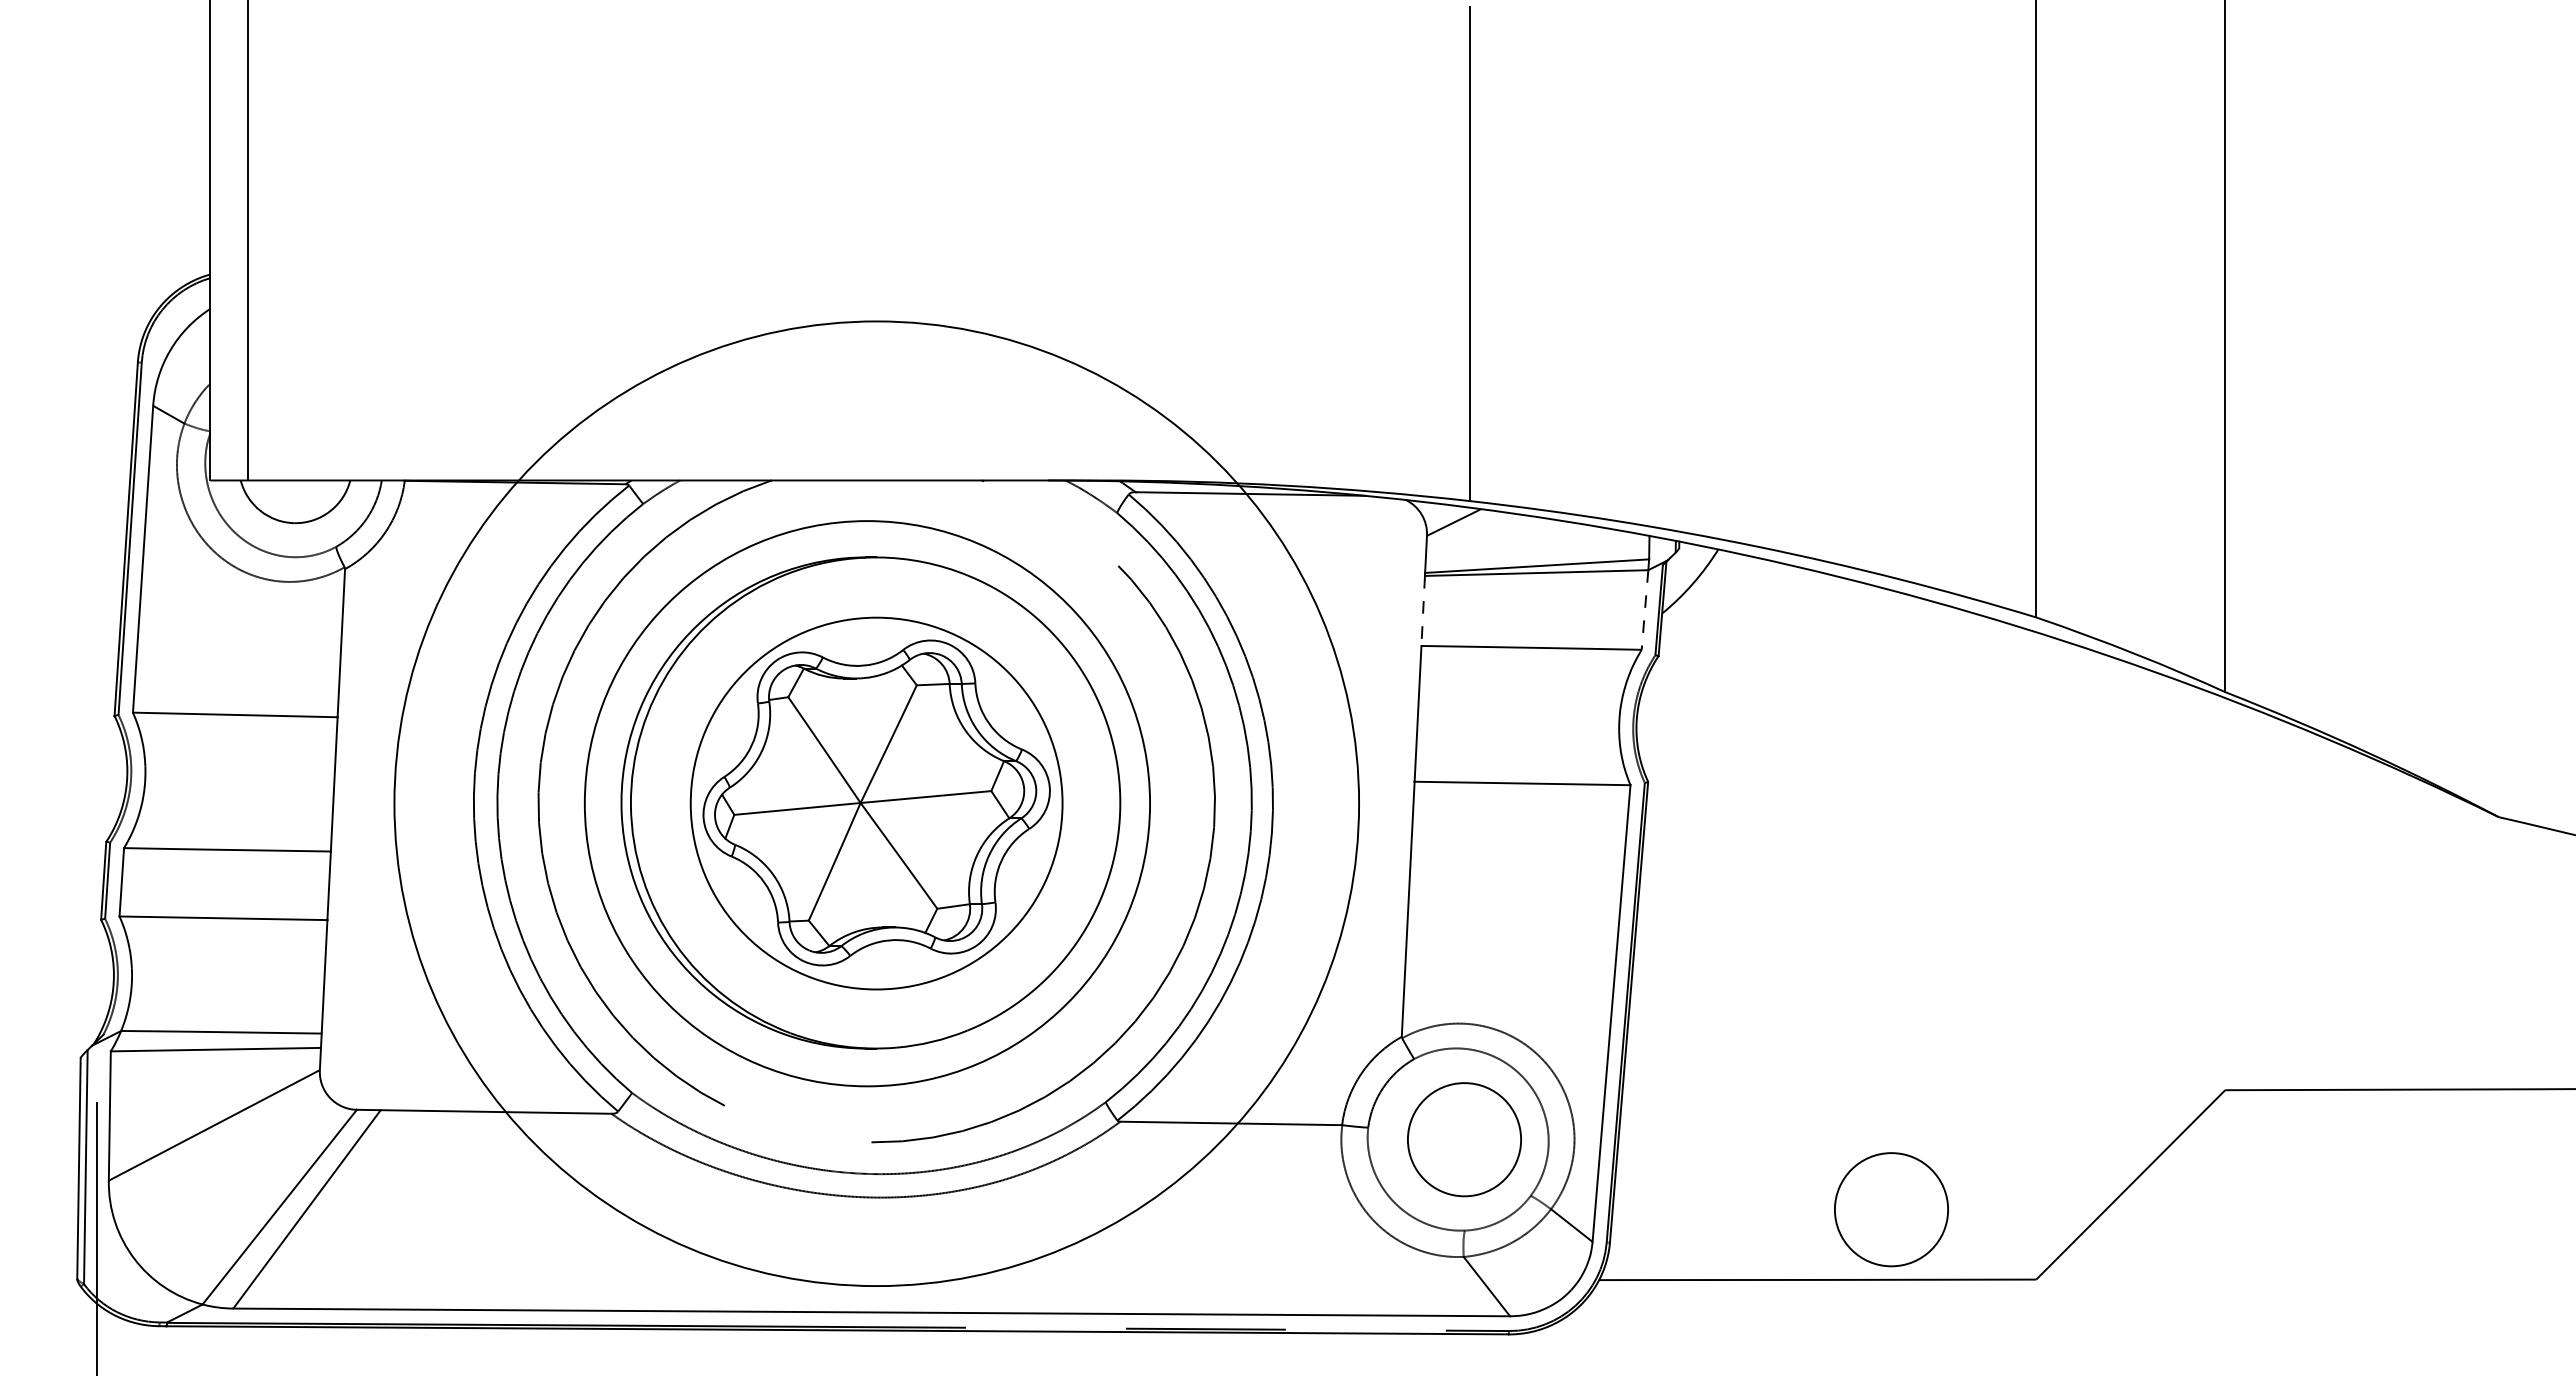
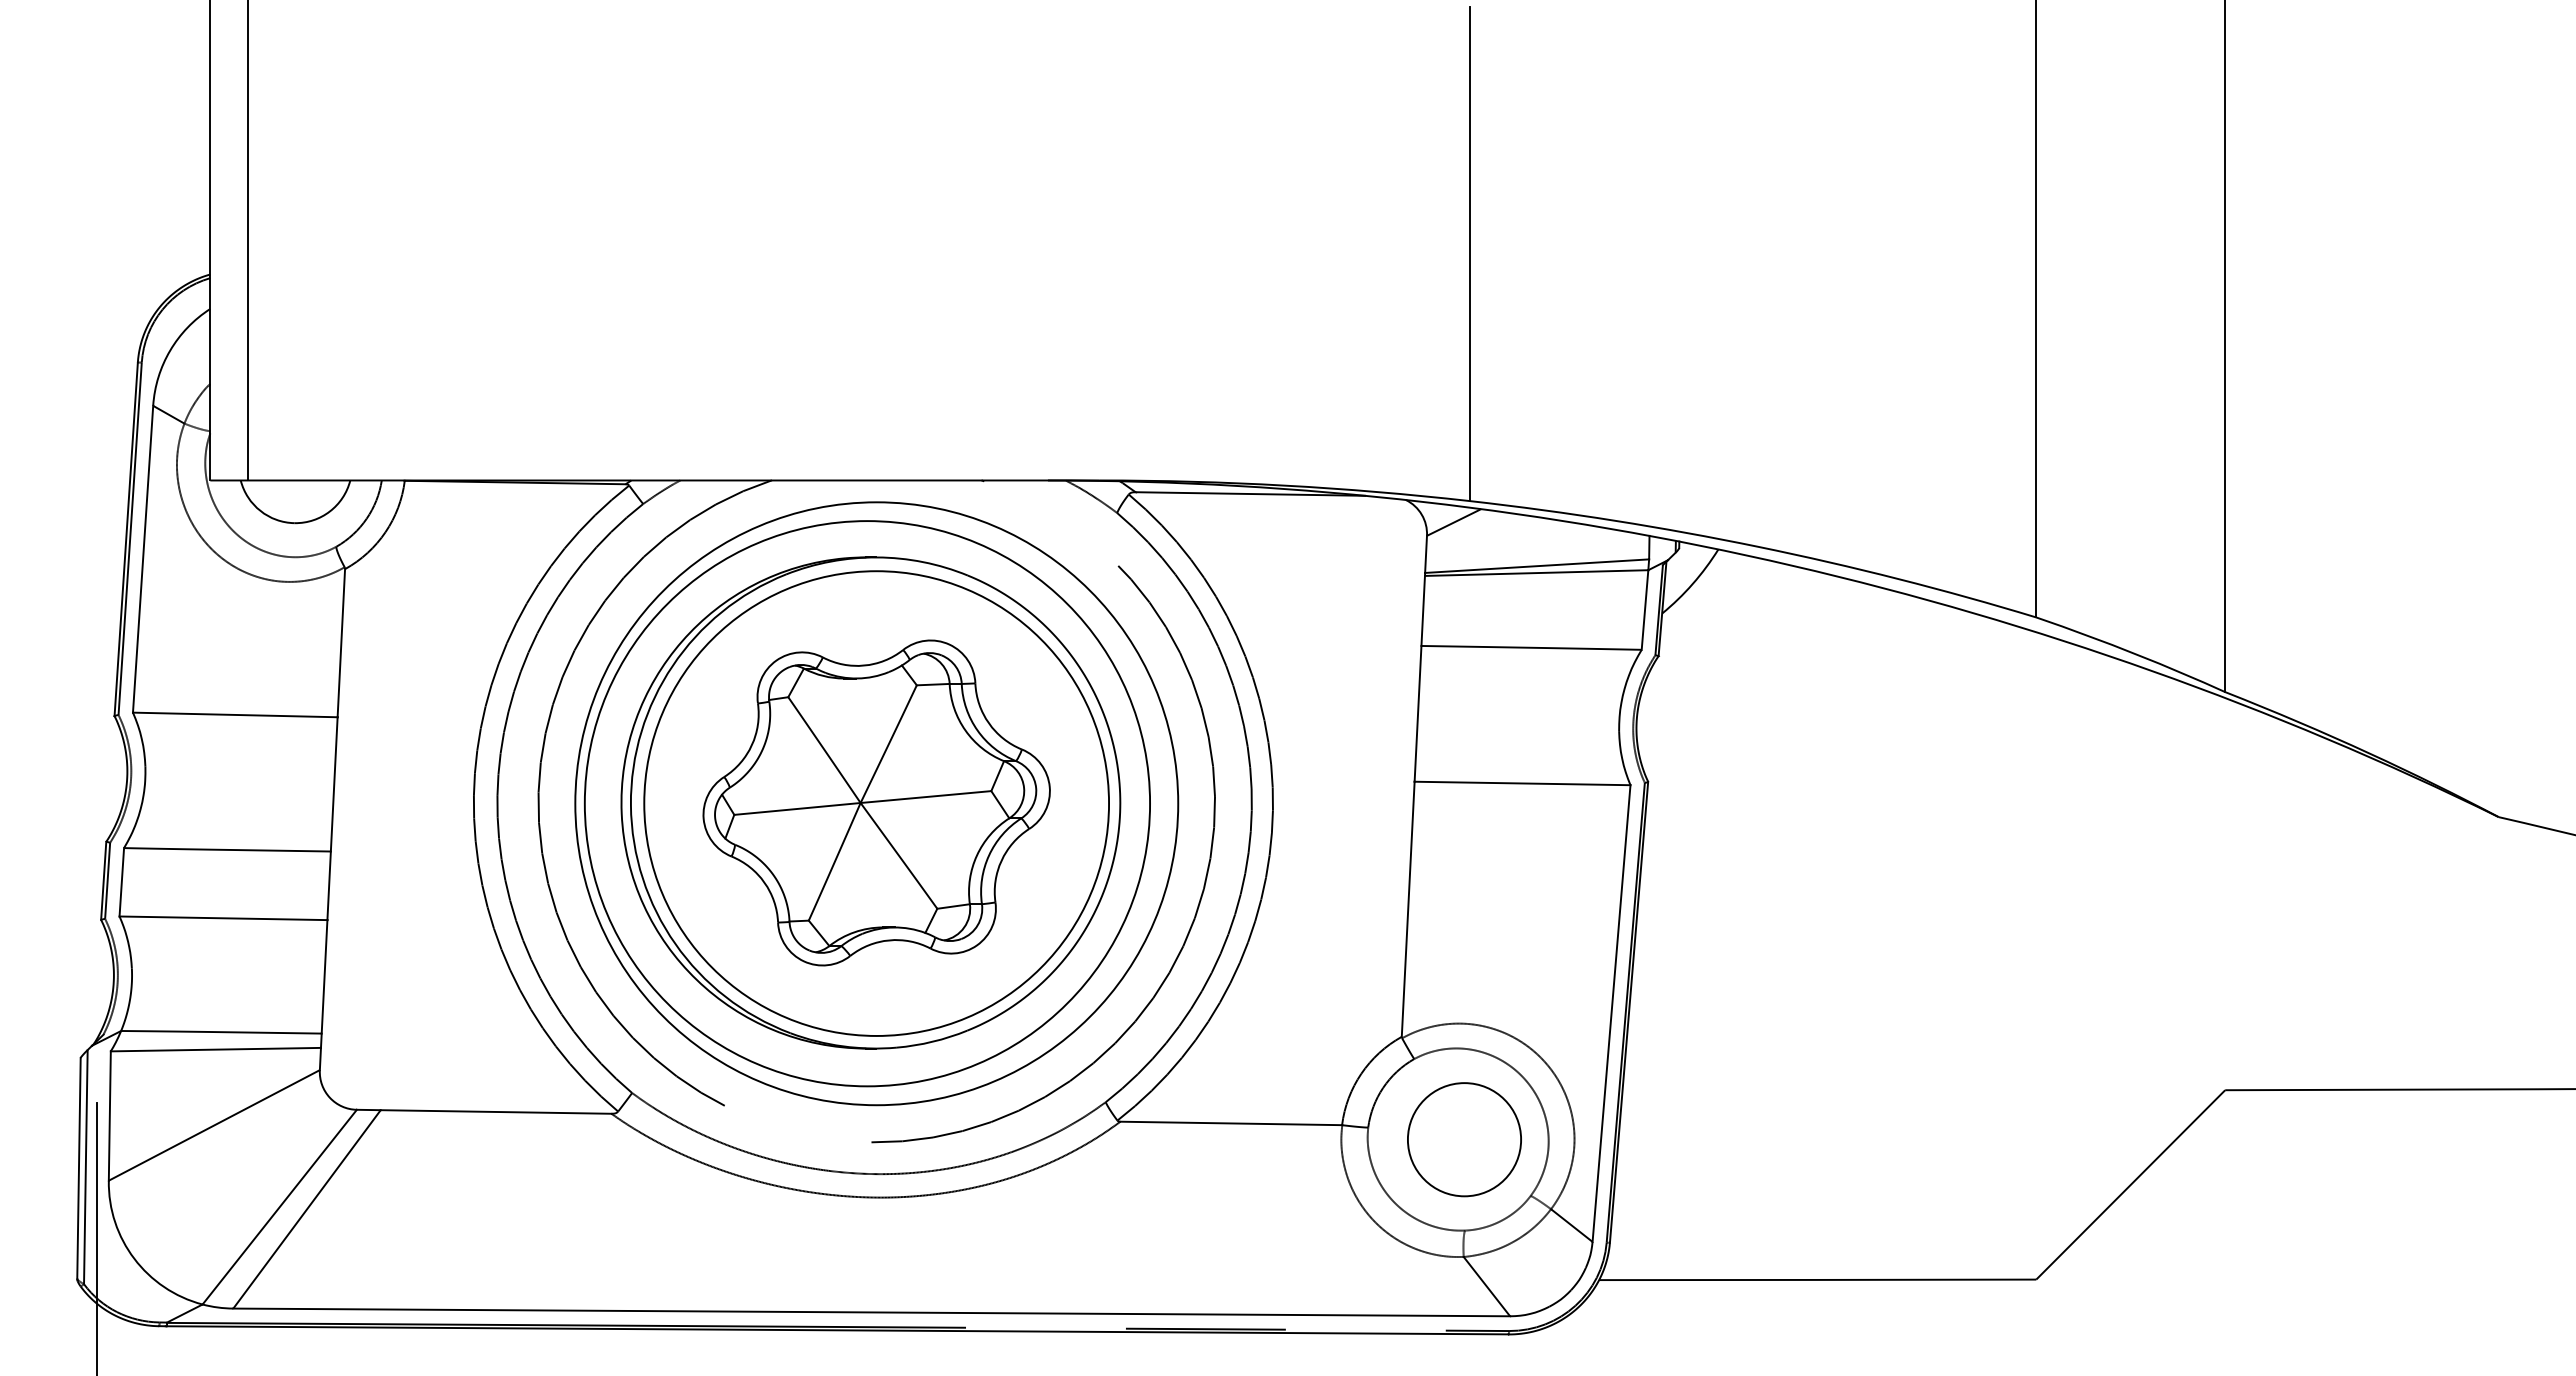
line at (1645, 610): dashed -> solid
line at (1423, 611): dashed -> solid
circle at (876, 803) diameter: 372 px -> 465 px
circle at (876, 803) diameter: 965 px -> 603 px
circle at (1891, 1209): present -> none
